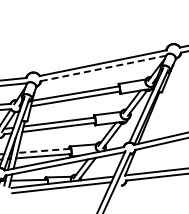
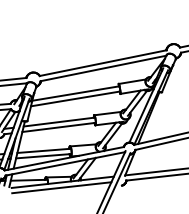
line at (104, 68): dashed -> solid
line at (43, 150): dashed -> solid
